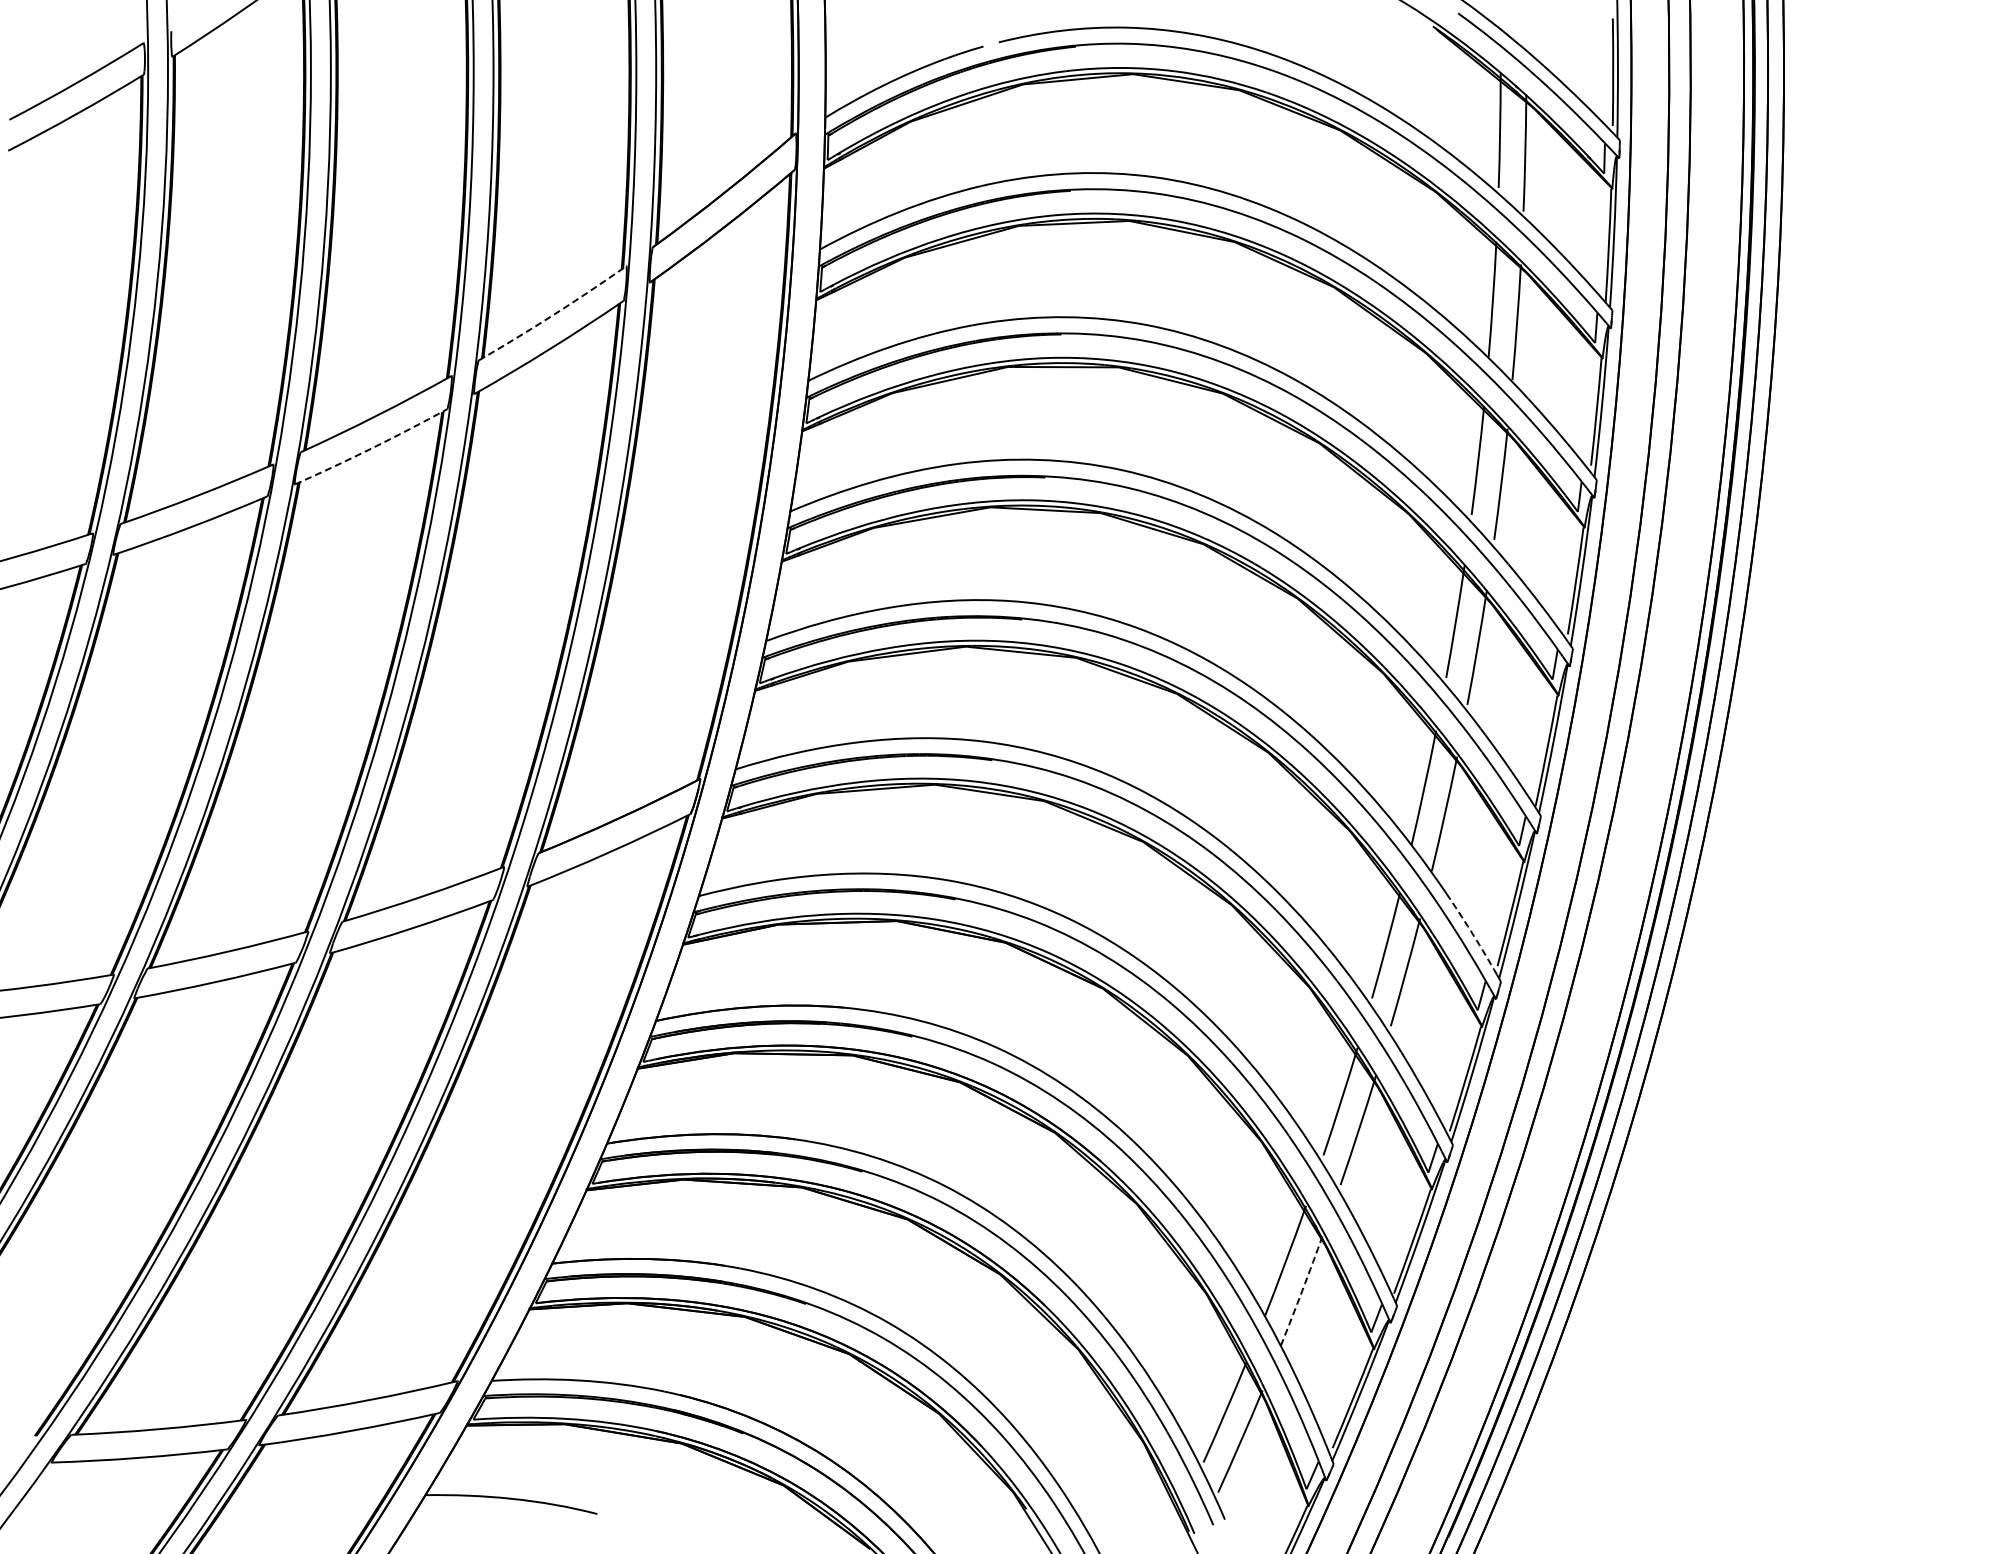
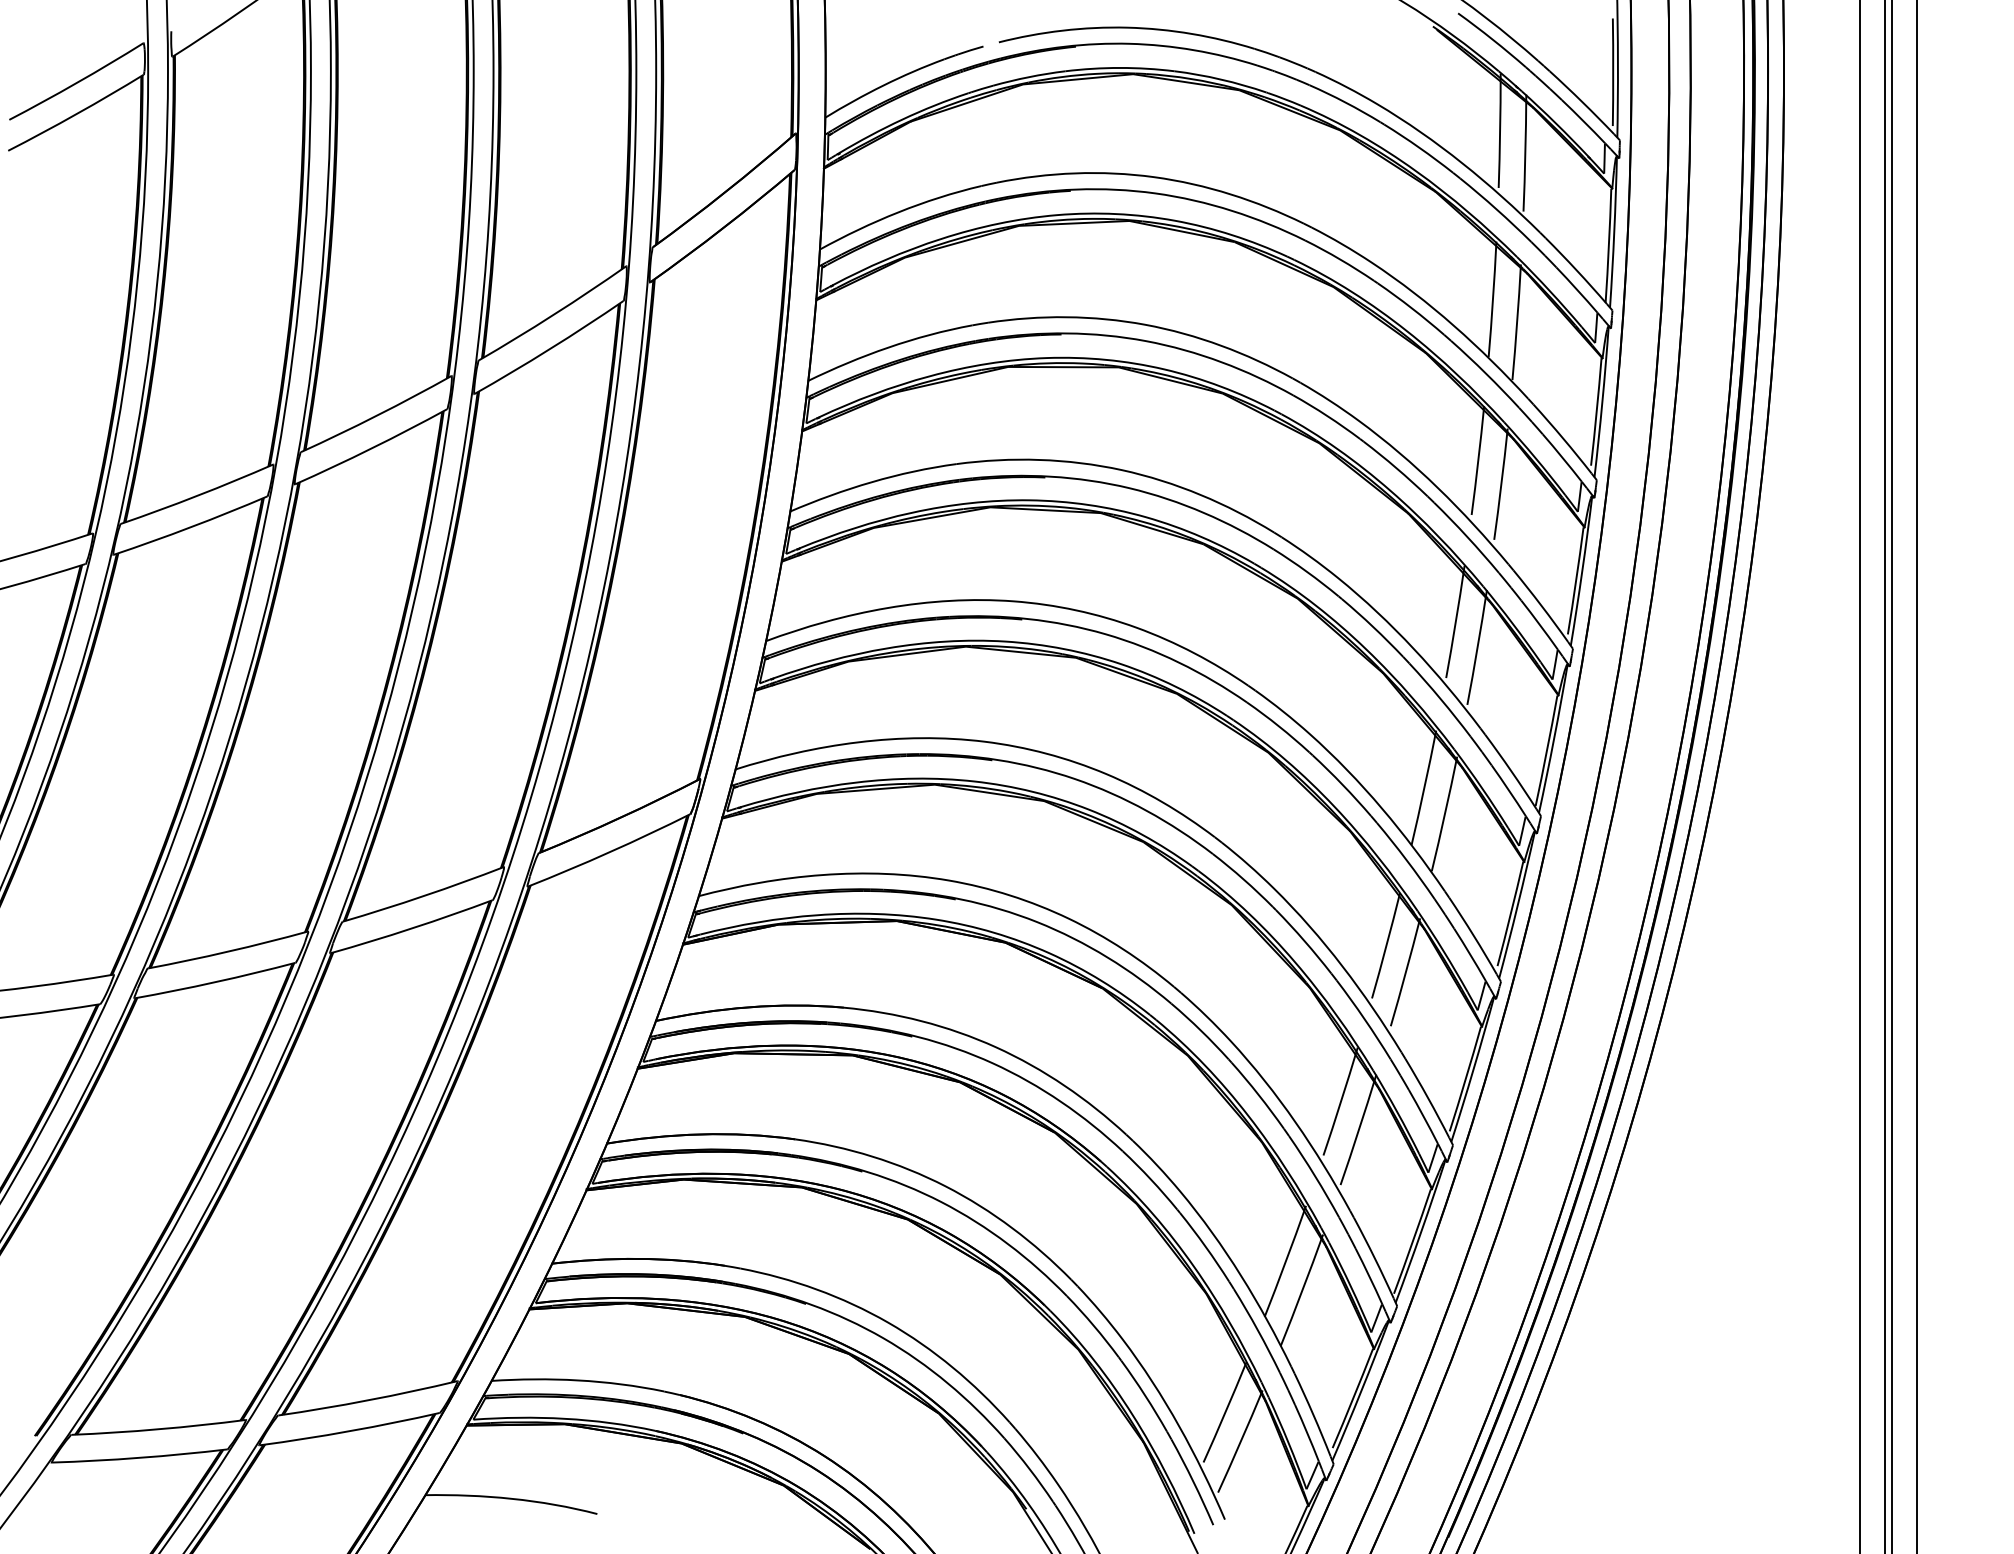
arc at (553, 314): dashed -> solid
arc at (371, 448): dashed -> solid
line at (1860, 776): none -> present
line at (1885, 776): none -> present
line at (1892, 776): none -> present
line at (1917, 776): none -> present
arc at (1473, 935): dashed -> solid
arc at (1302, 1290): dashed -> solid
